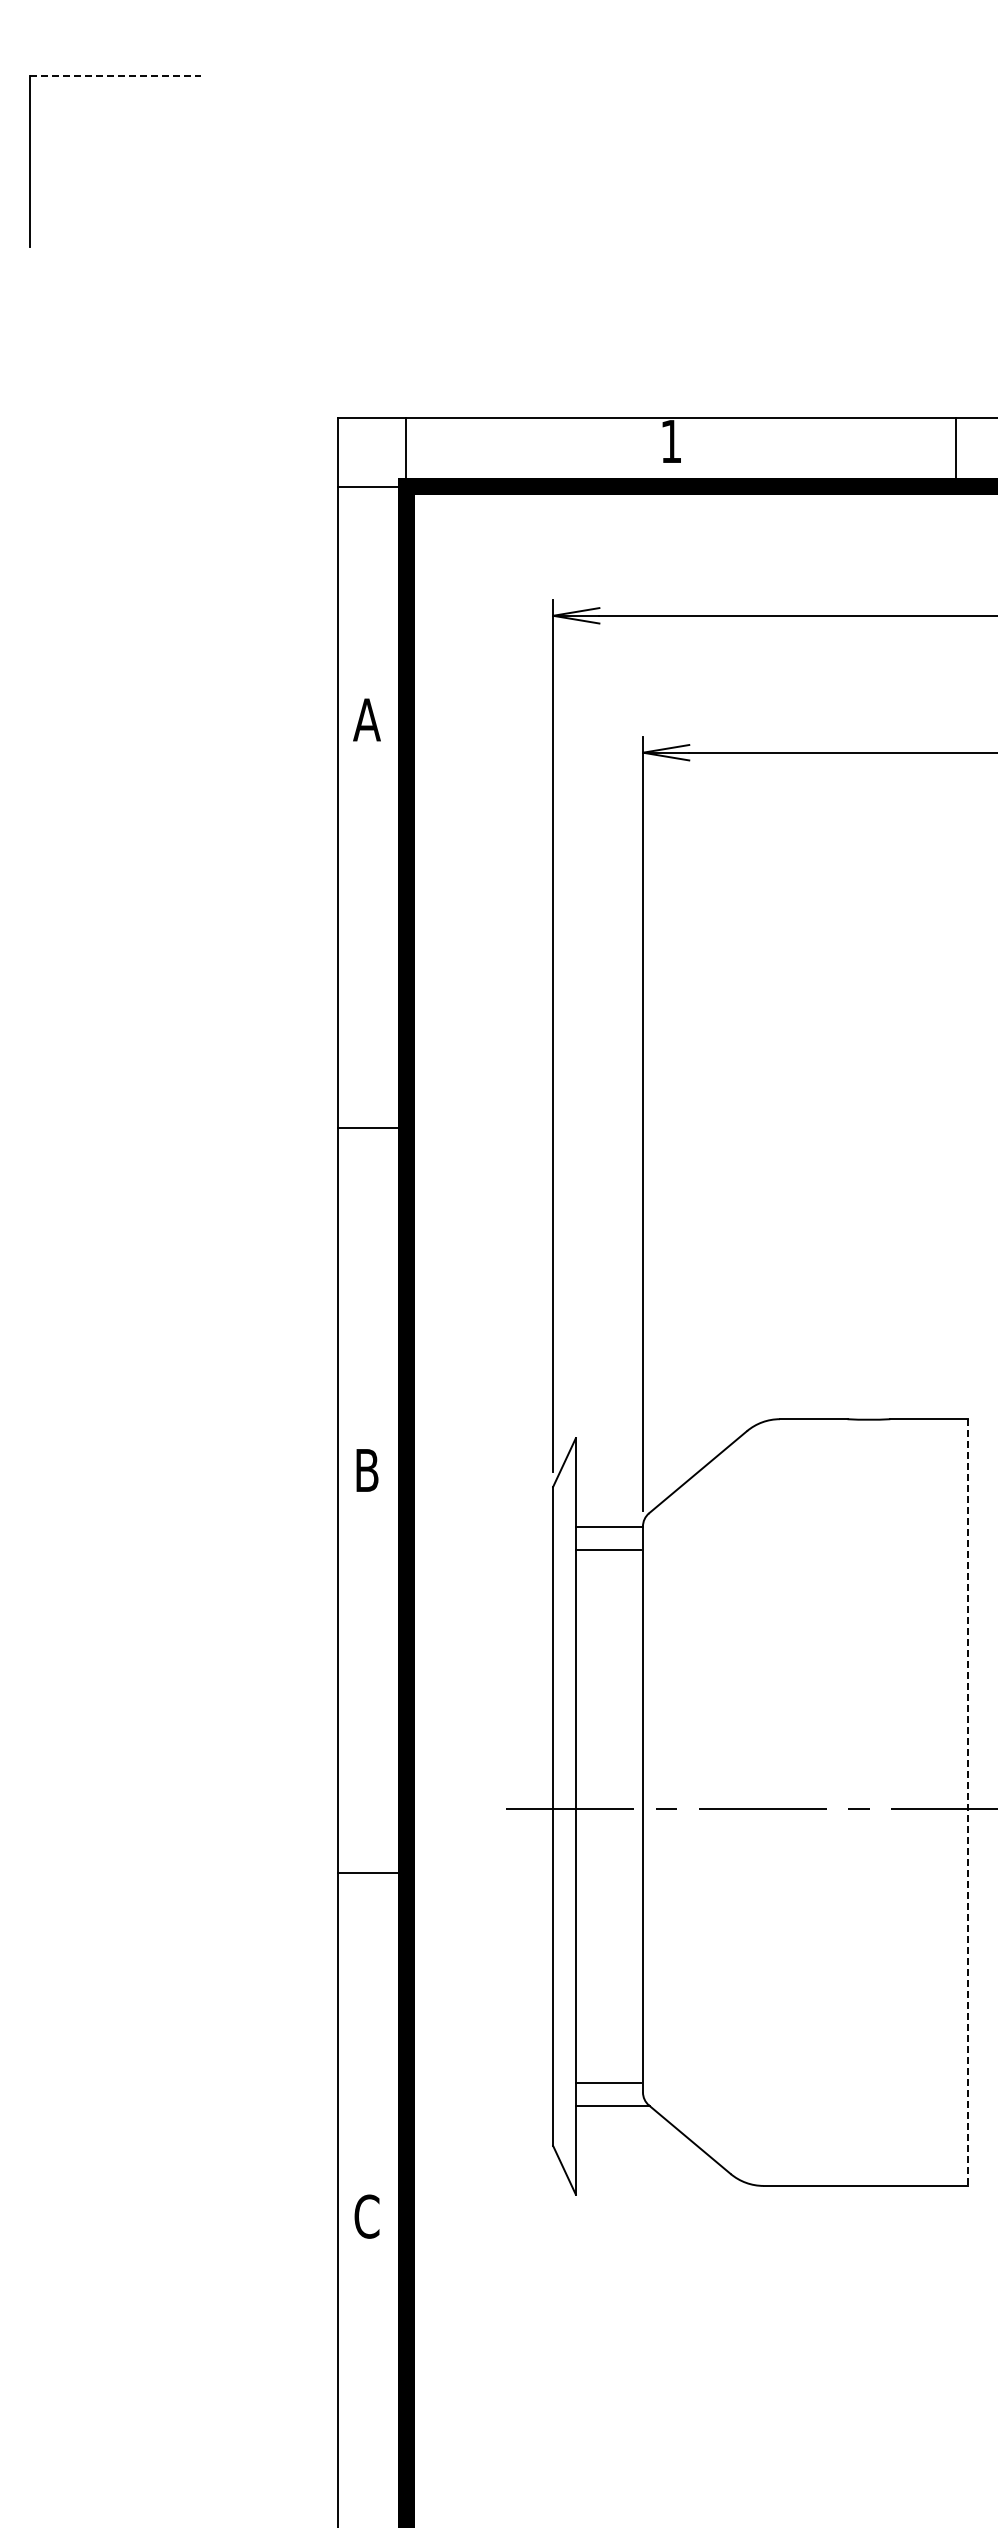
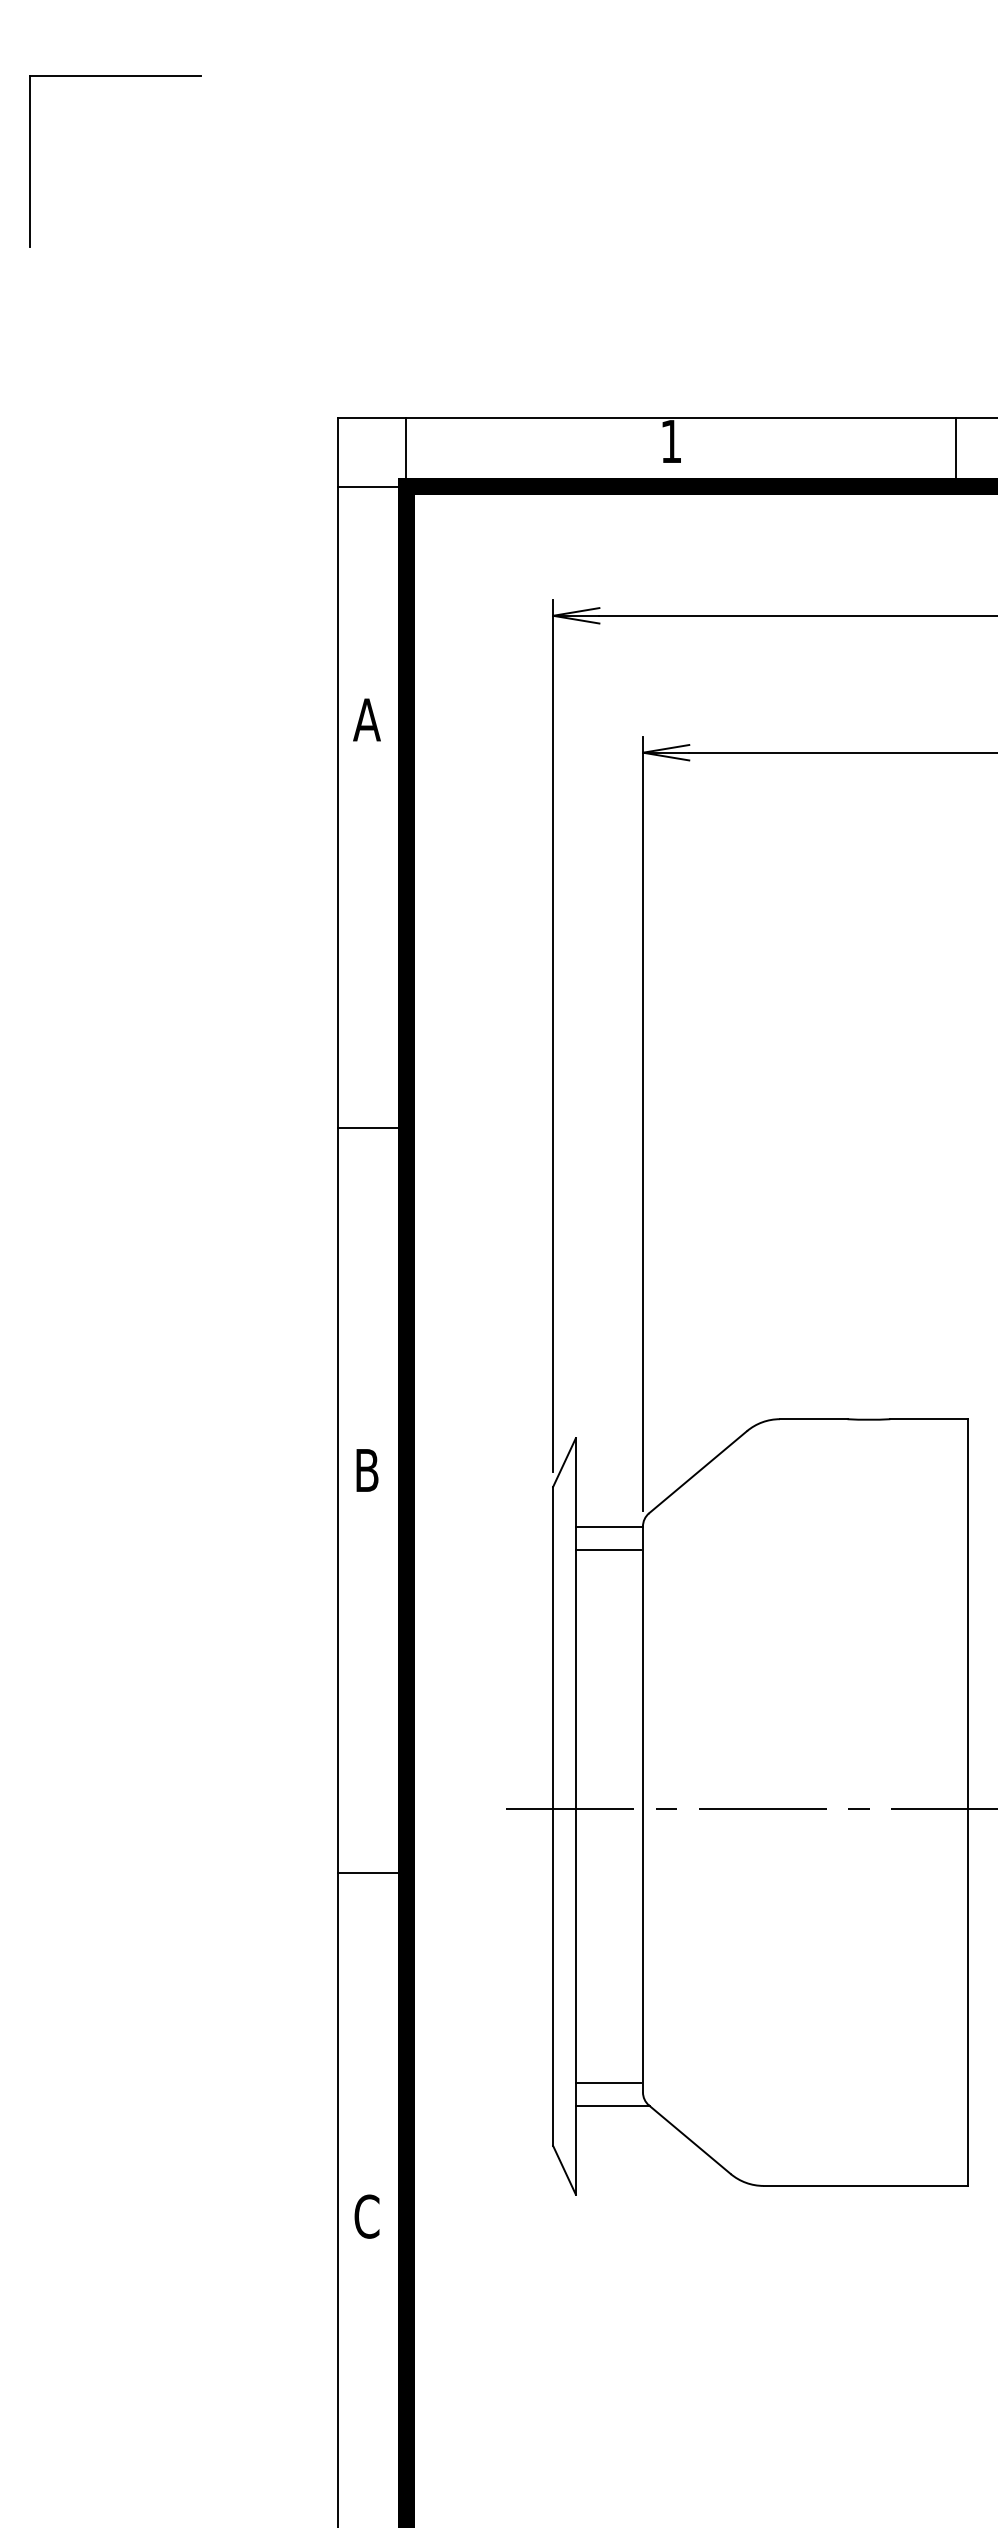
line at (115, 75): dashed -> solid
line at (968, 1803): dashed -> solid
